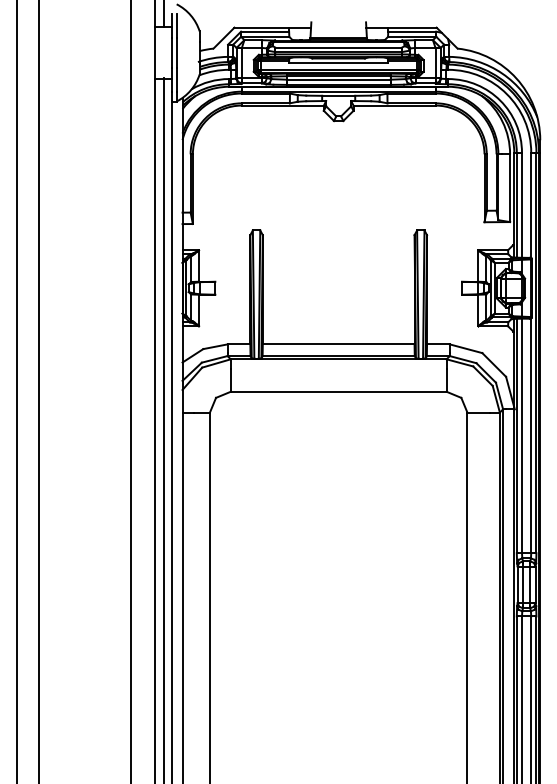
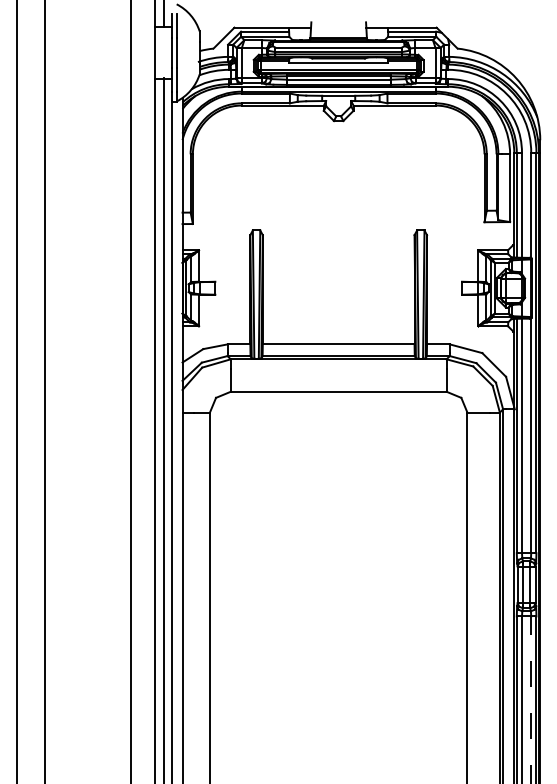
line at (39, 391) position: (39, 391) -> (45, 391)
line at (531, 700): solid -> dashed
